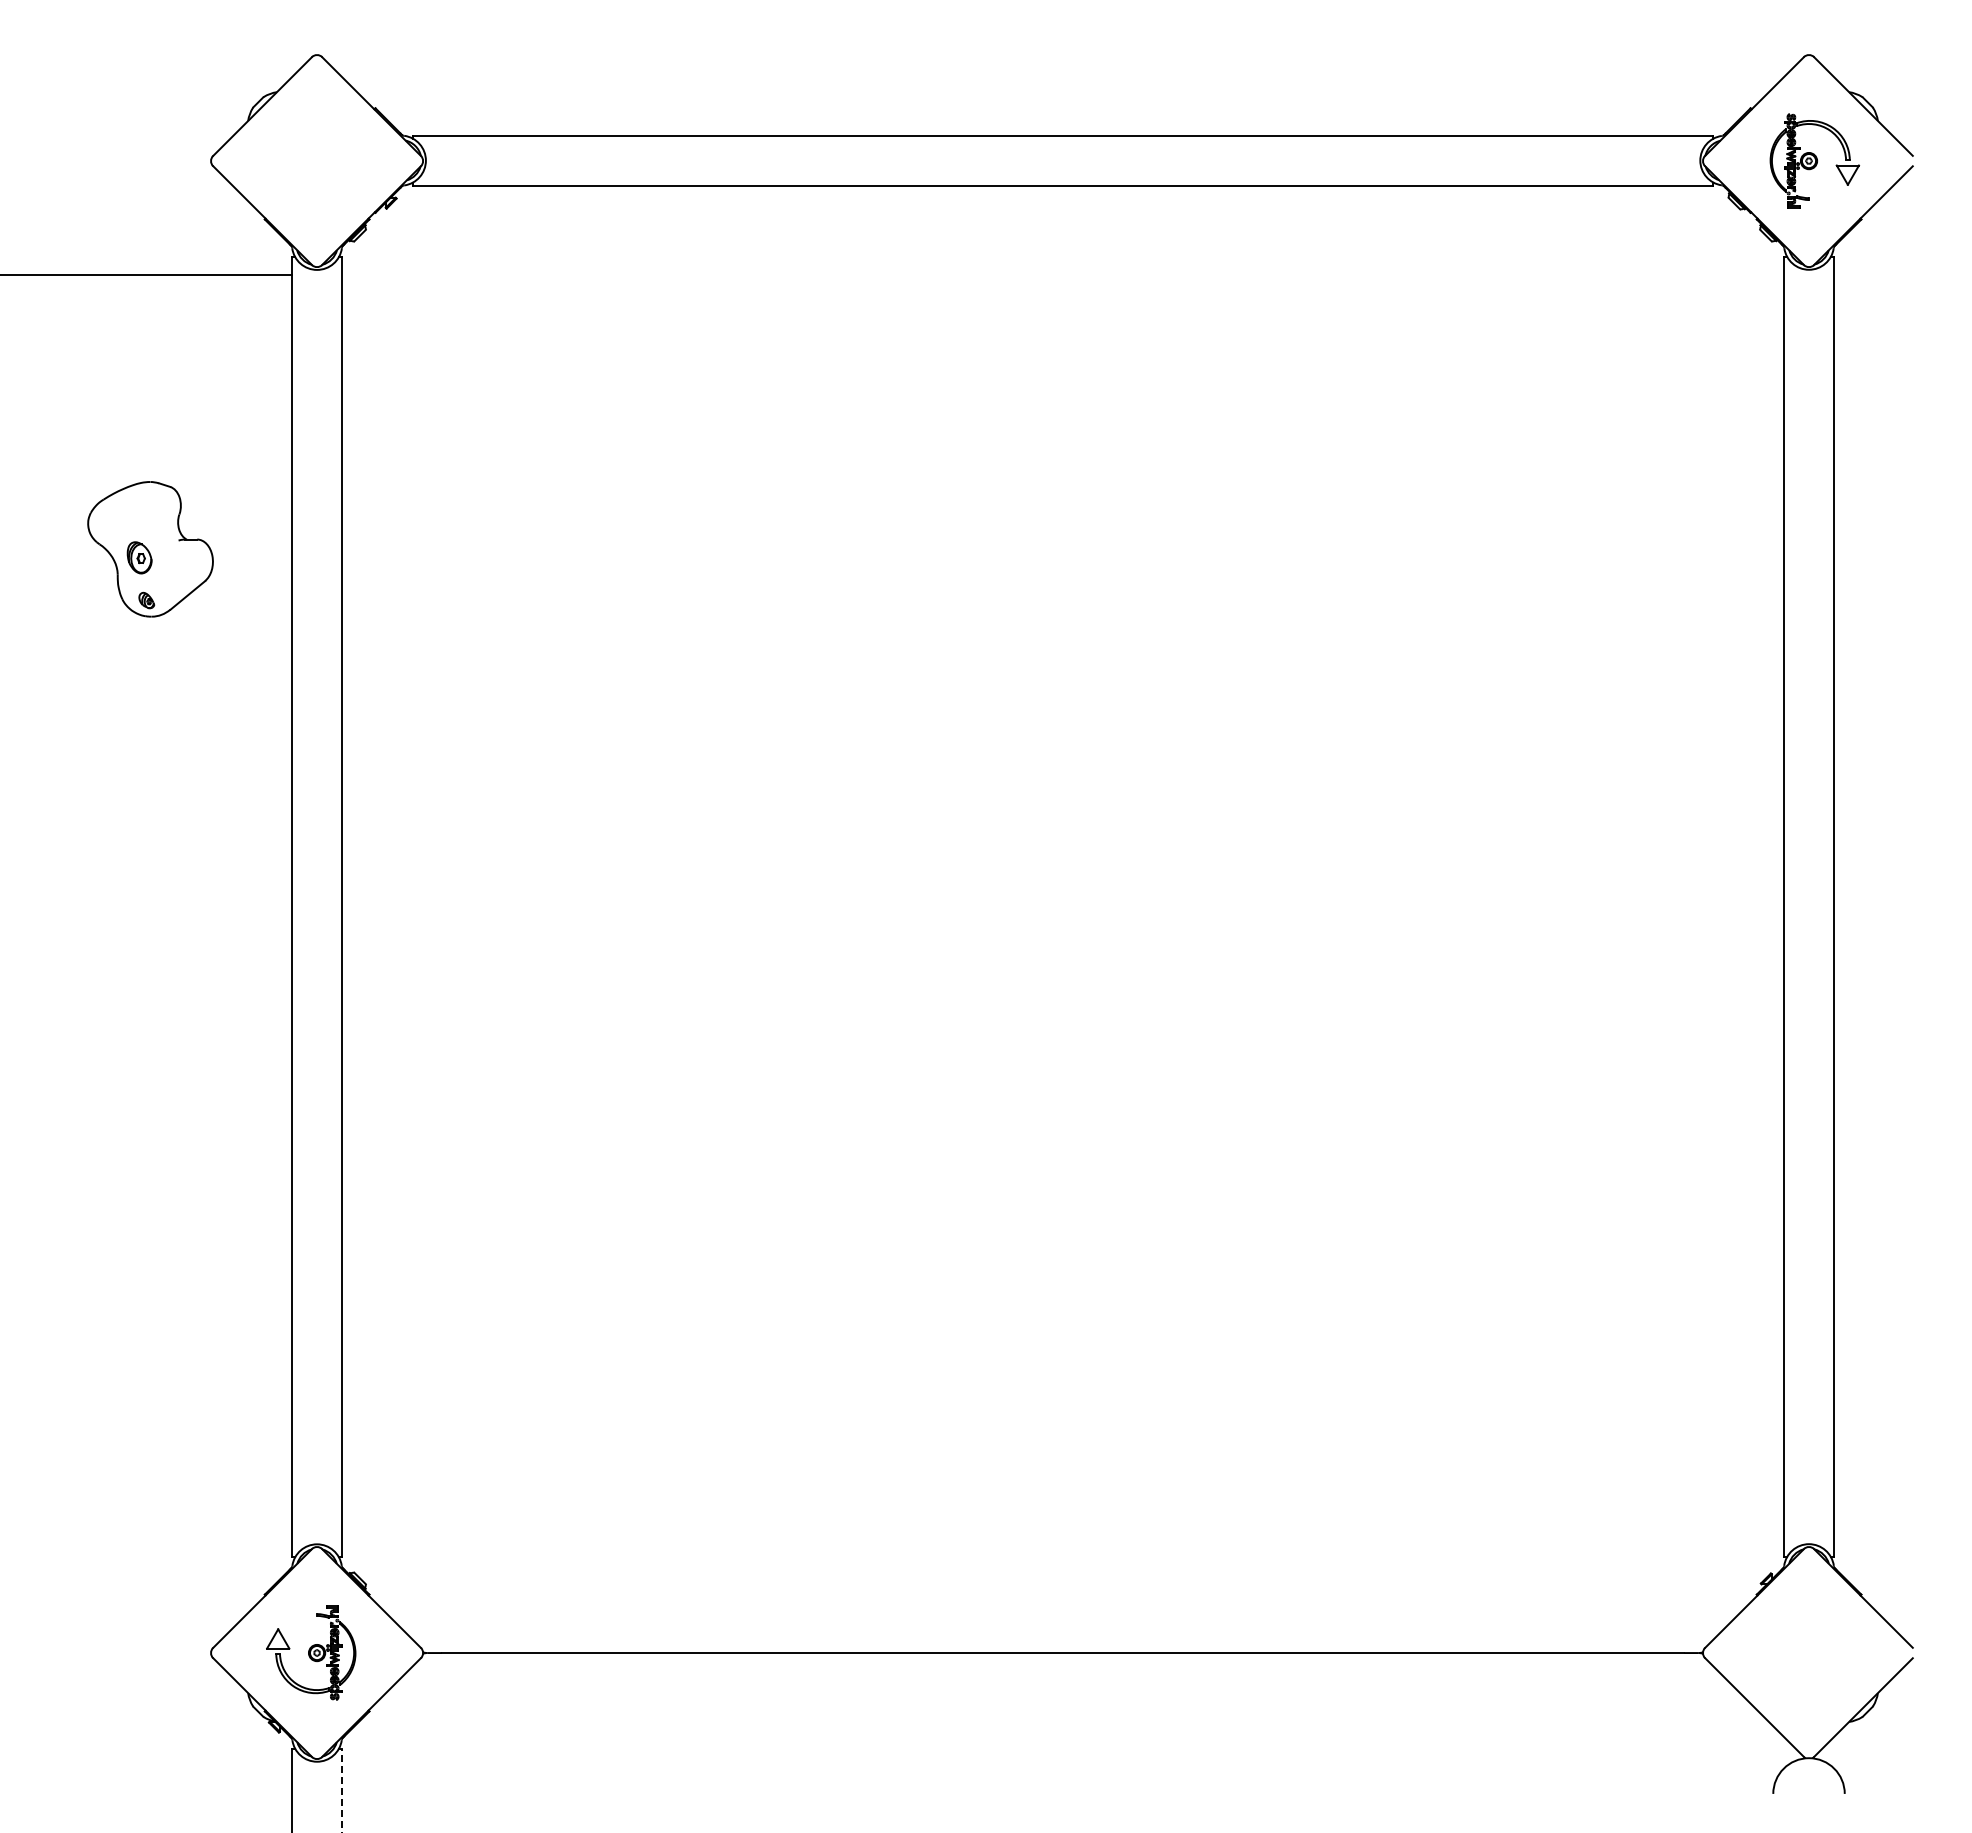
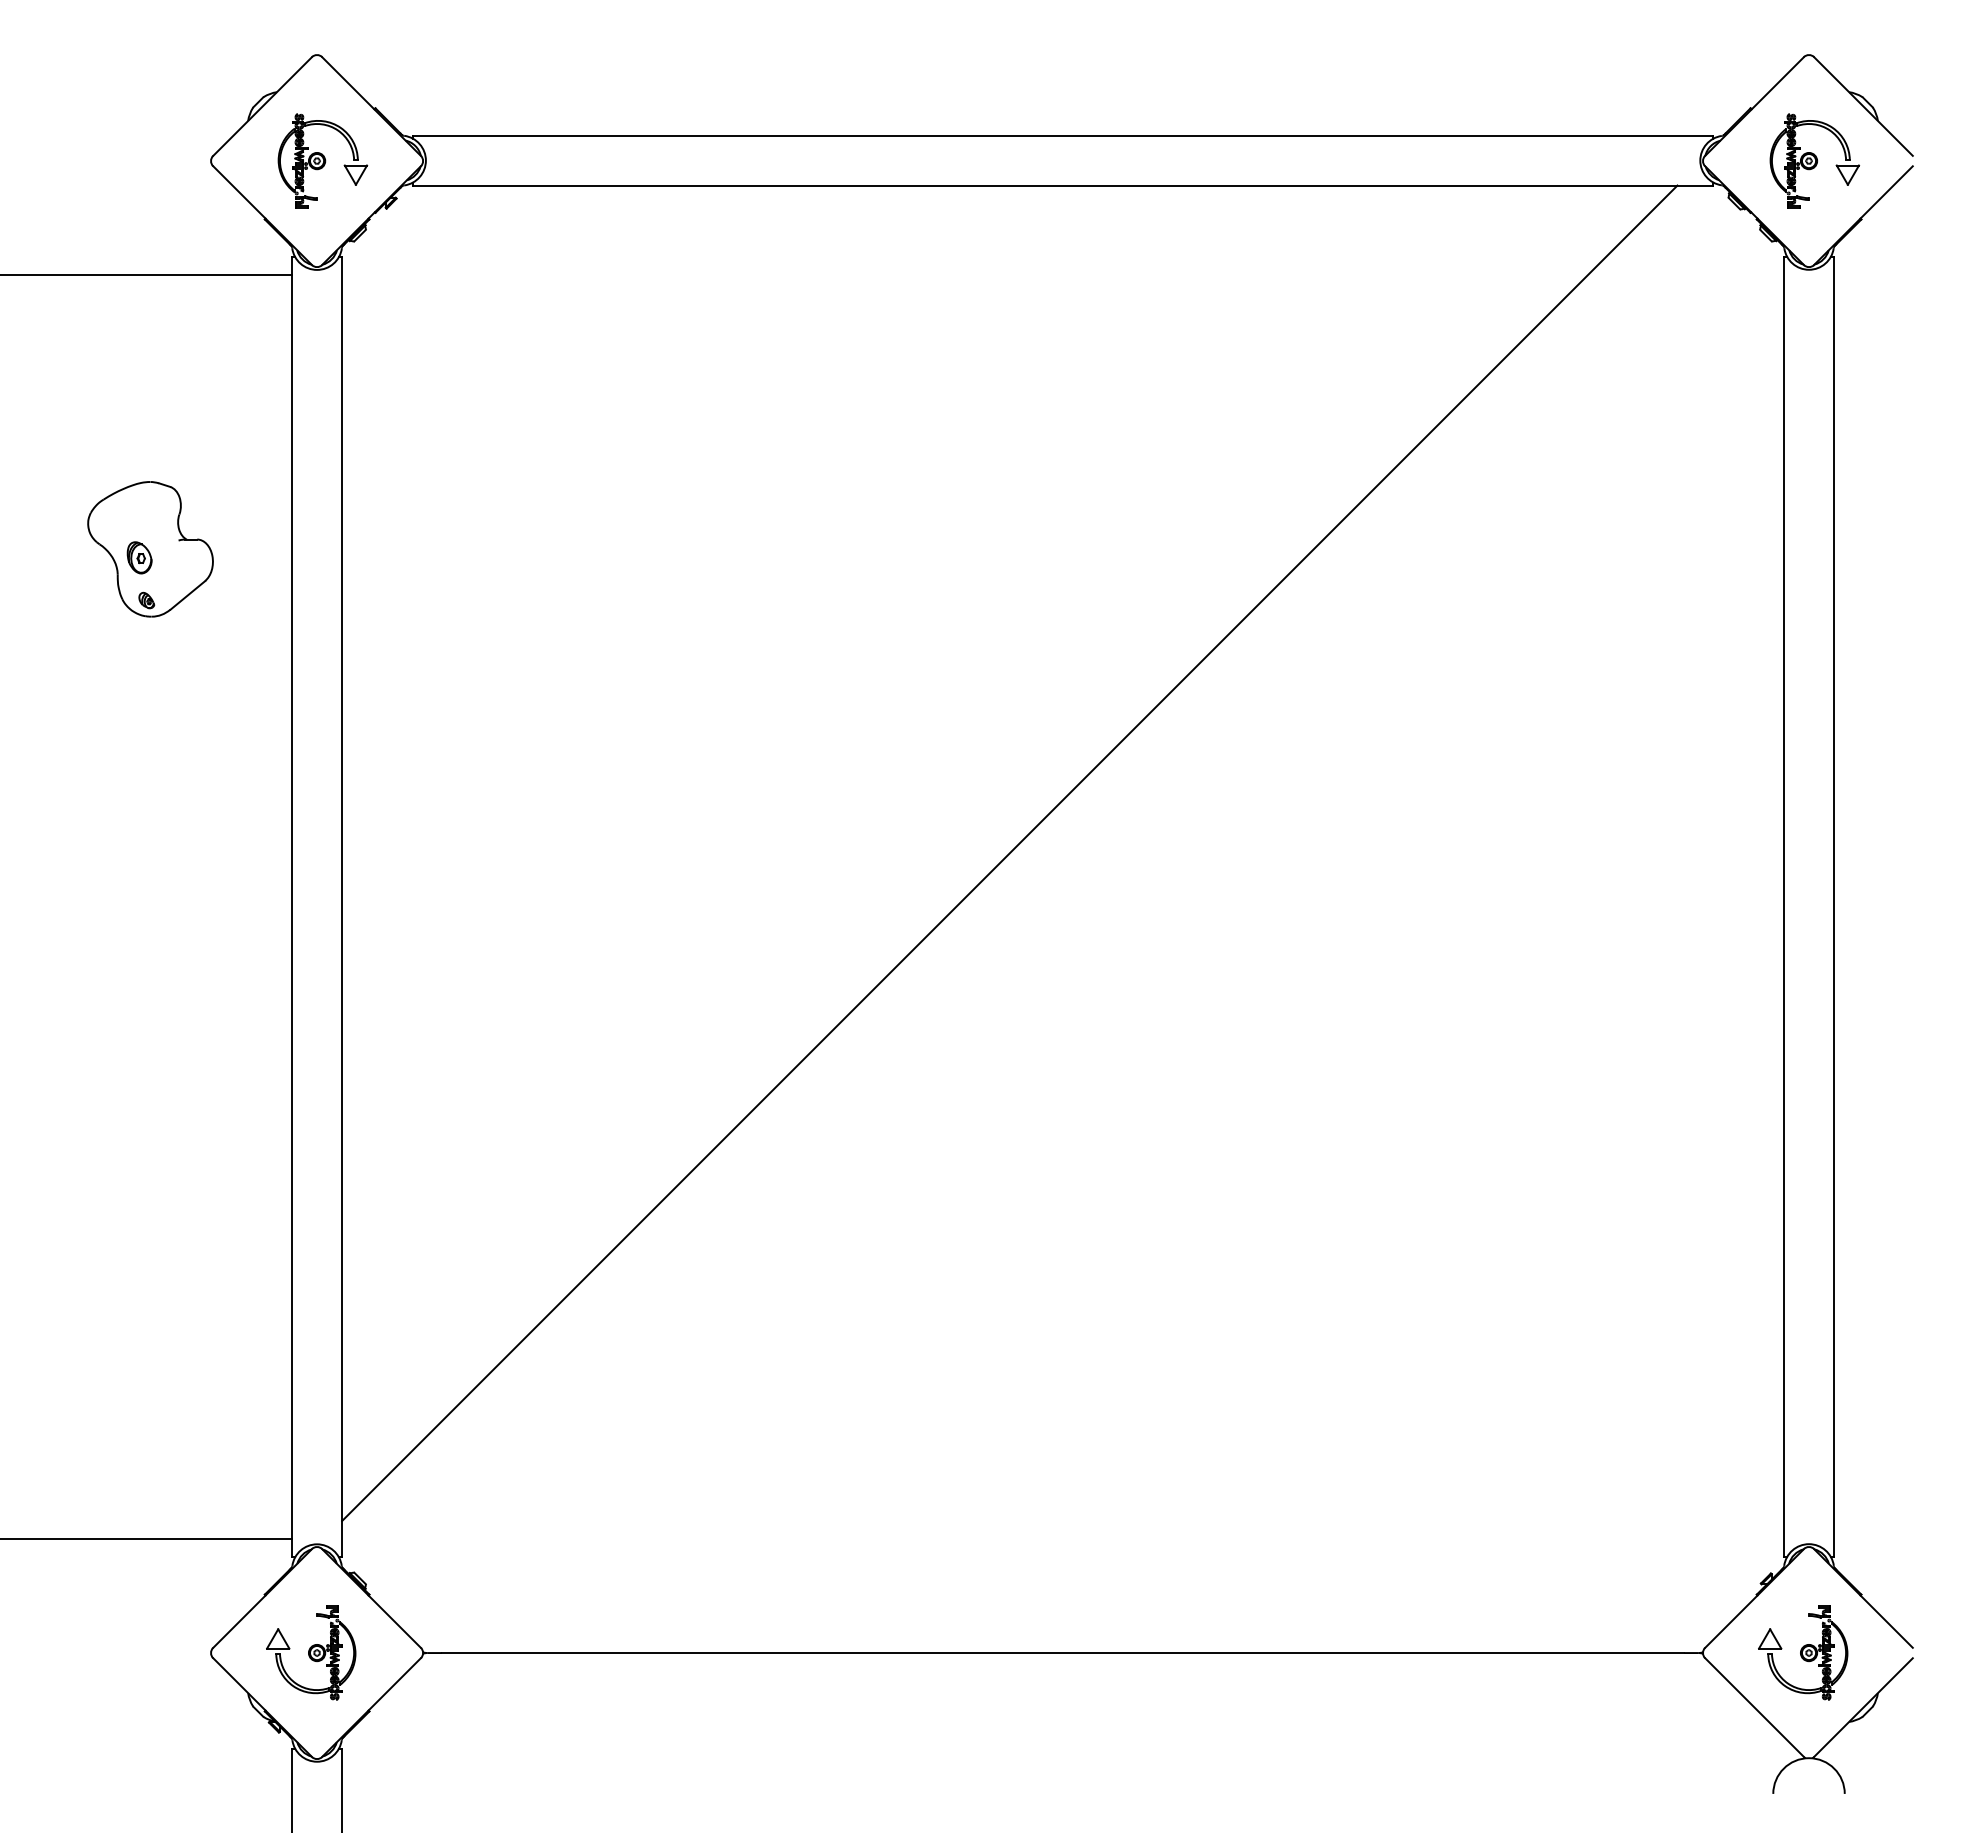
part at (322, 160): none -> present
line at (1009, 853): none -> present
line at (147, 1538): none -> present
part at (1803, 1652): none -> present
line at (342, 1790): dashed -> solid
